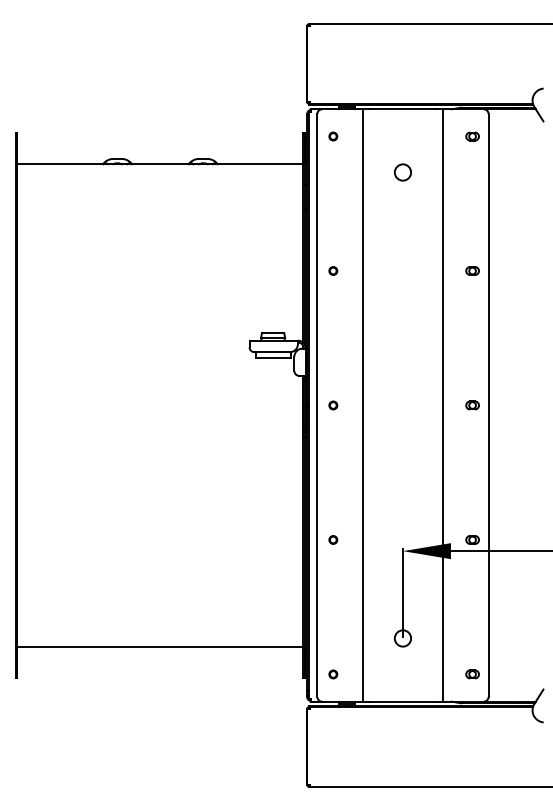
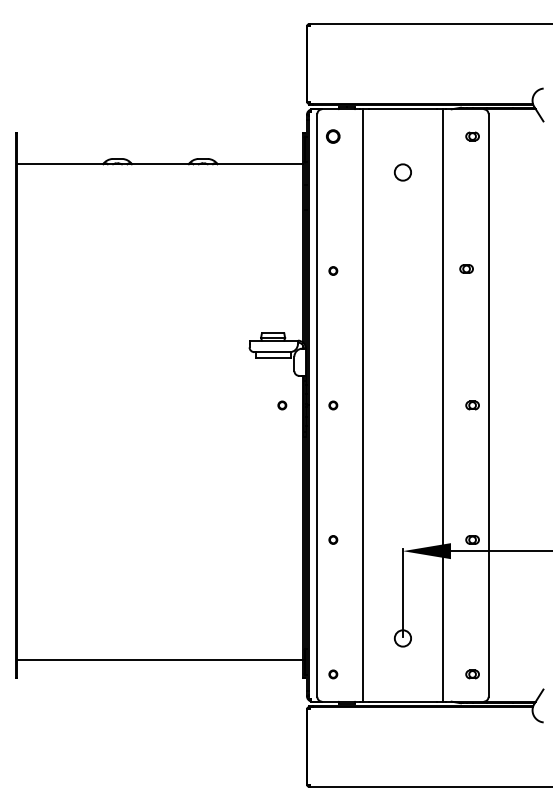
part at (333, 136) size: 11x11 px -> 15x15 px
part at (472, 270) position: (472, 270) -> (466, 268)
part at (282, 405): none -> present
line at (160, 646) position: (160, 646) -> (160, 659)
